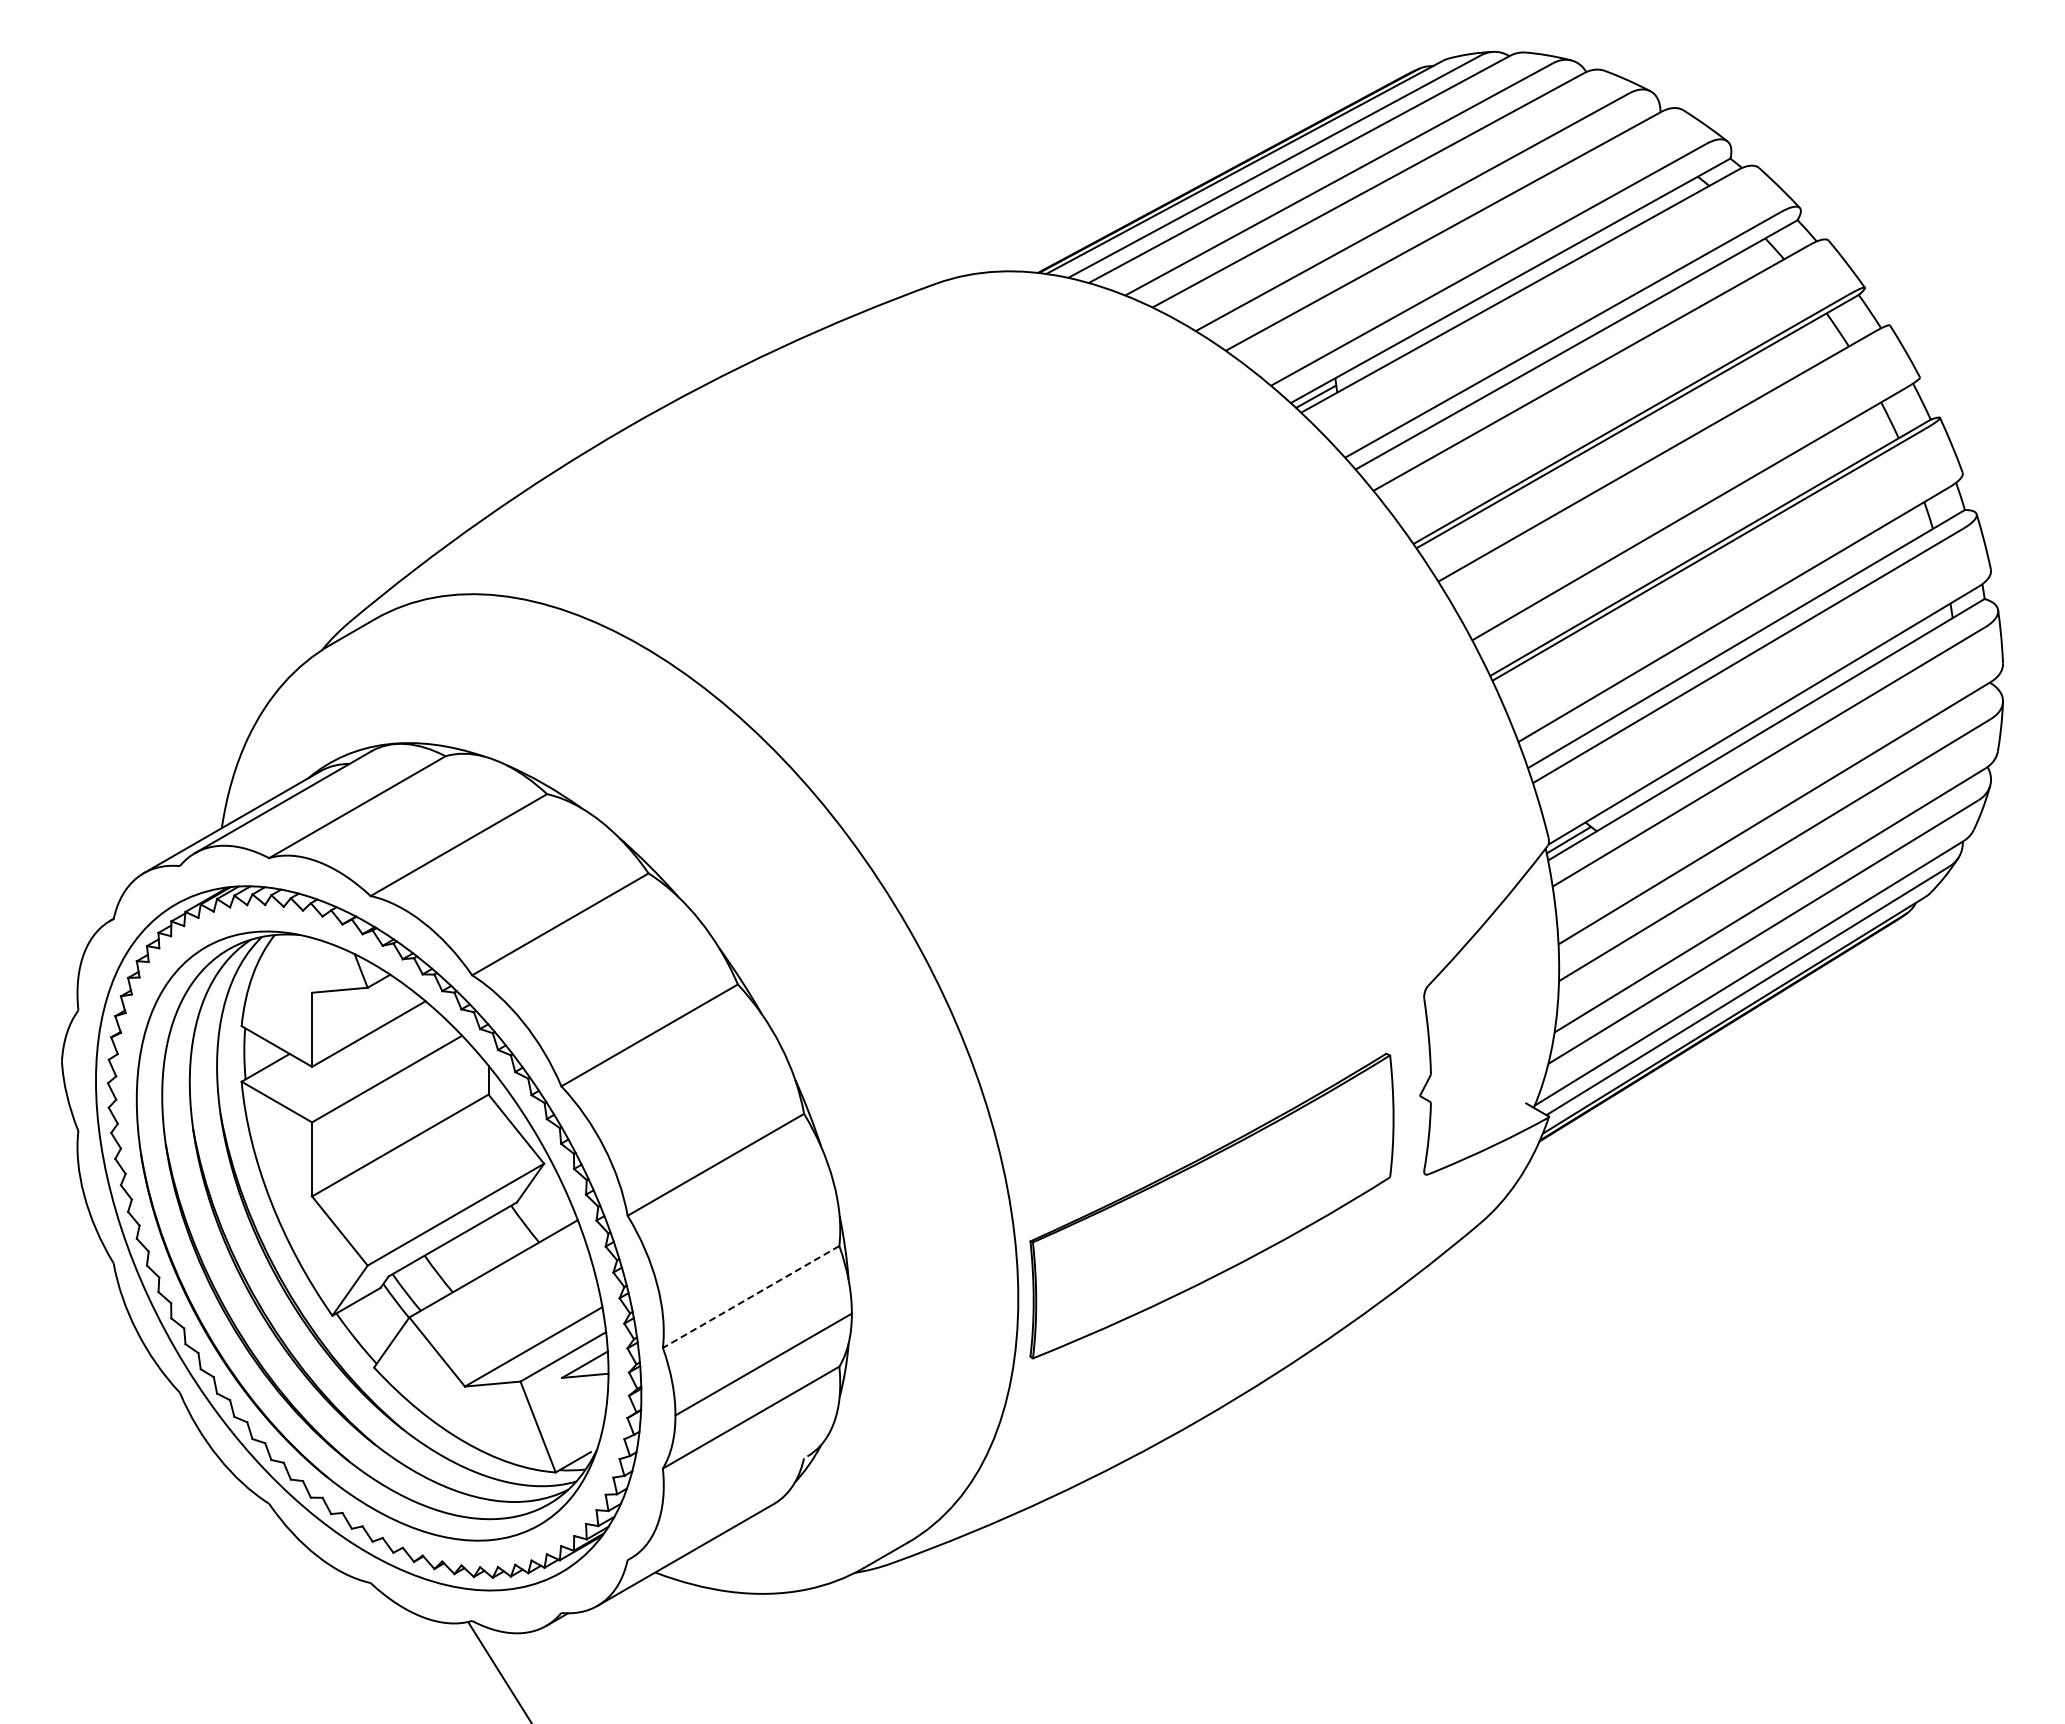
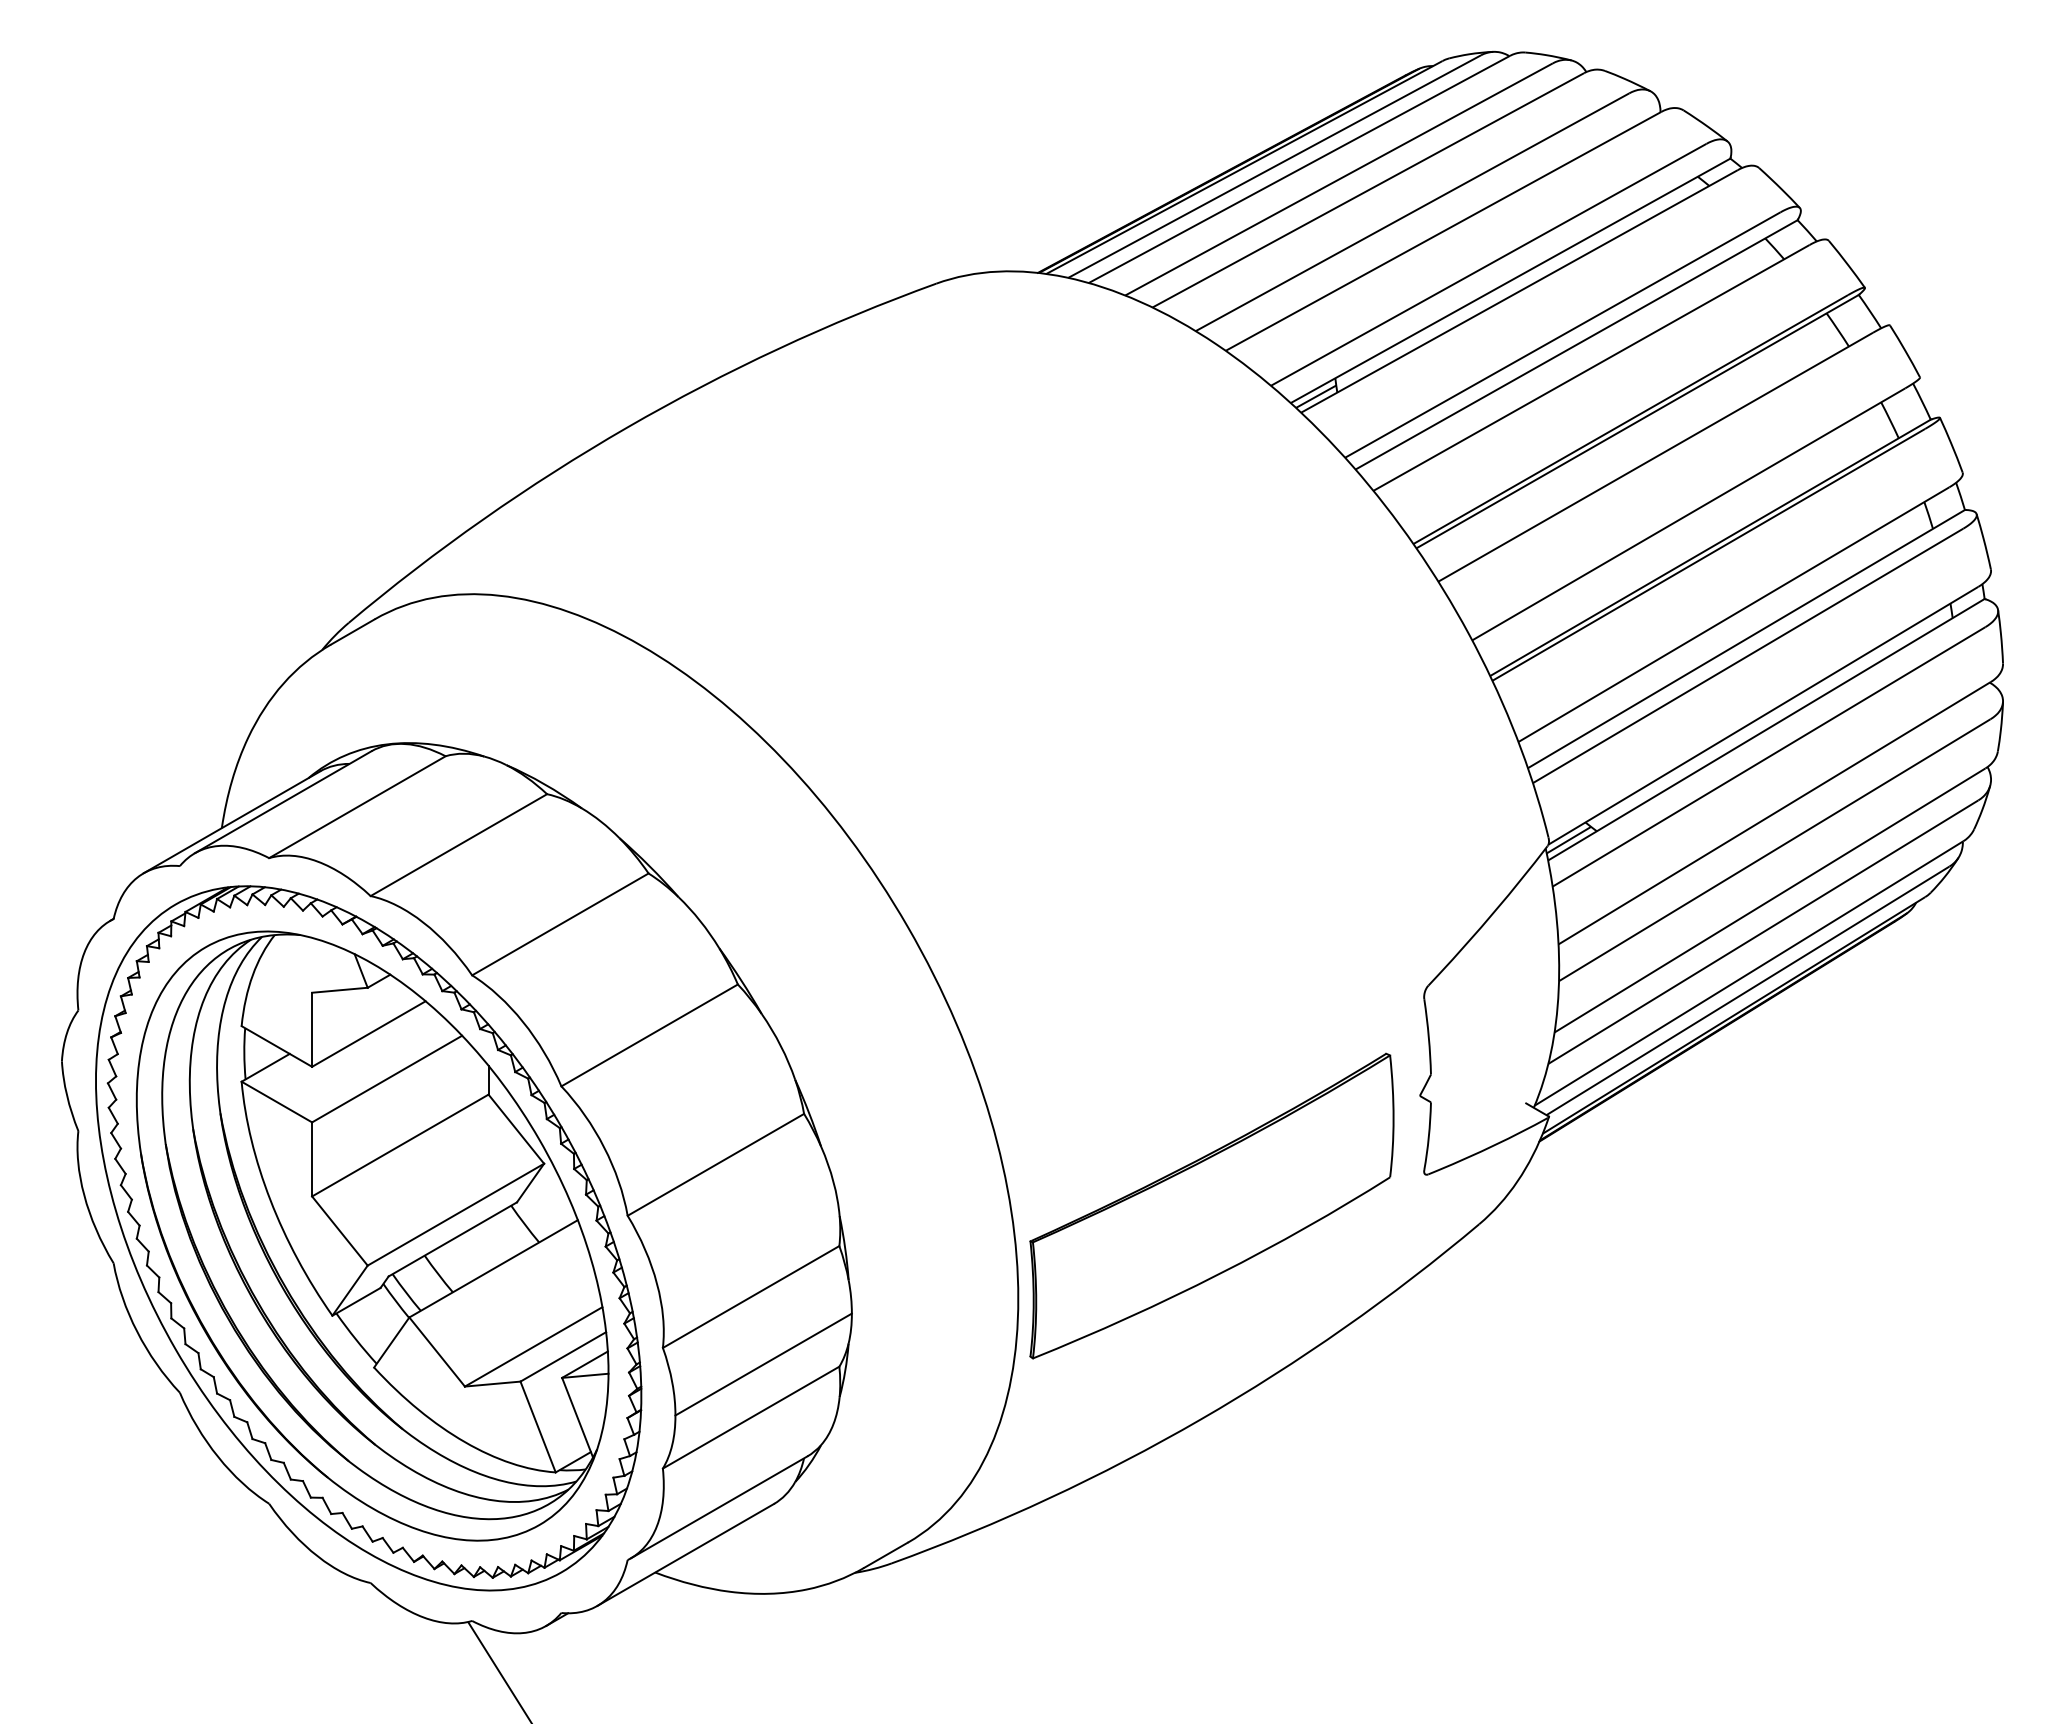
line at (751, 1297): dashed -> solid
line at (577, 1417): none -> present
line at (718, 1507): none -> present
